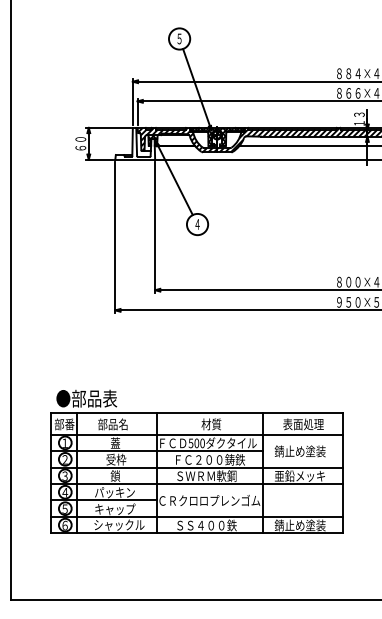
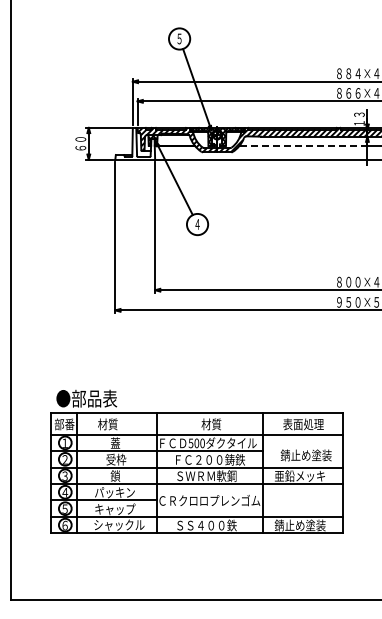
line at (303, 145): solid -> dashed
text at (112, 424): 部品名 -> 材質
text at (299, 451) position: (299, 451) -> (305, 455)
